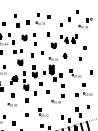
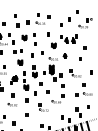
part at (43, 112) position: (43, 112) -> (43, 107)
